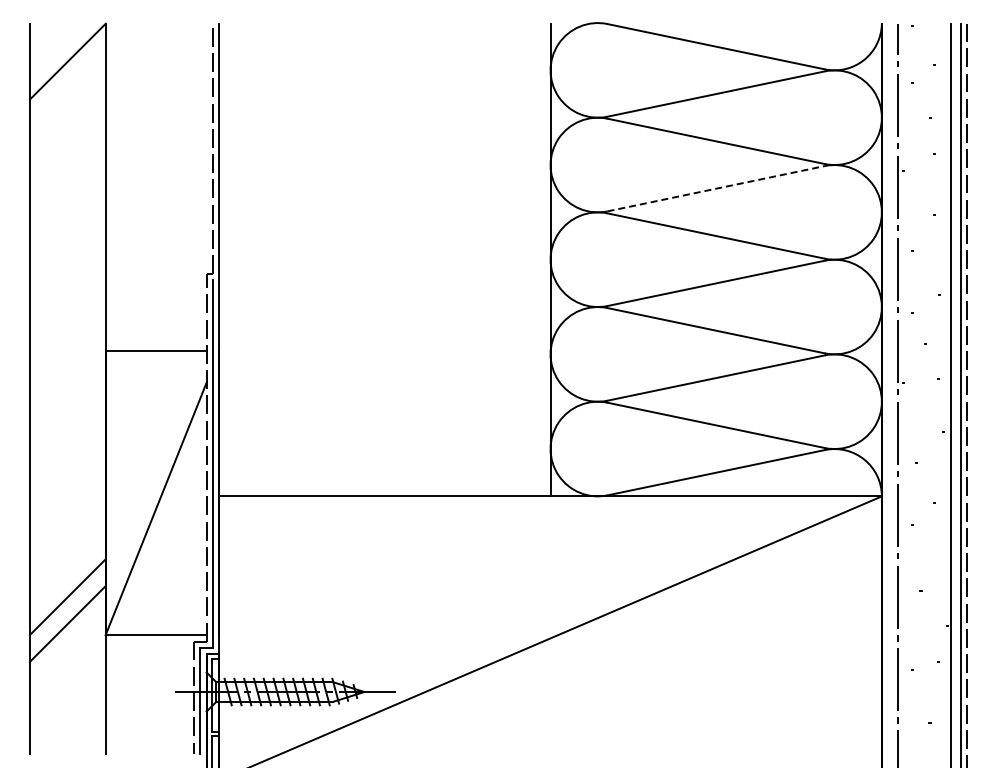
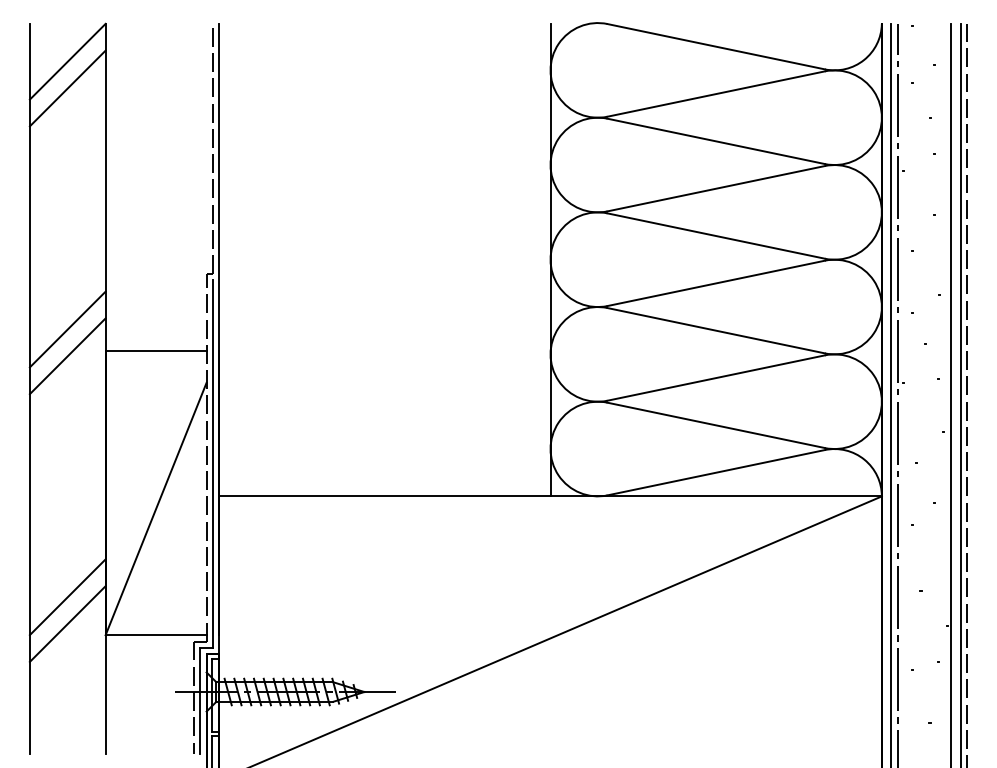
line at (67, 88): none -> present
line at (716, 188): dashed -> solid
line at (67, 329): none -> present
line at (67, 356): none -> present
line at (891, 394): none -> present
